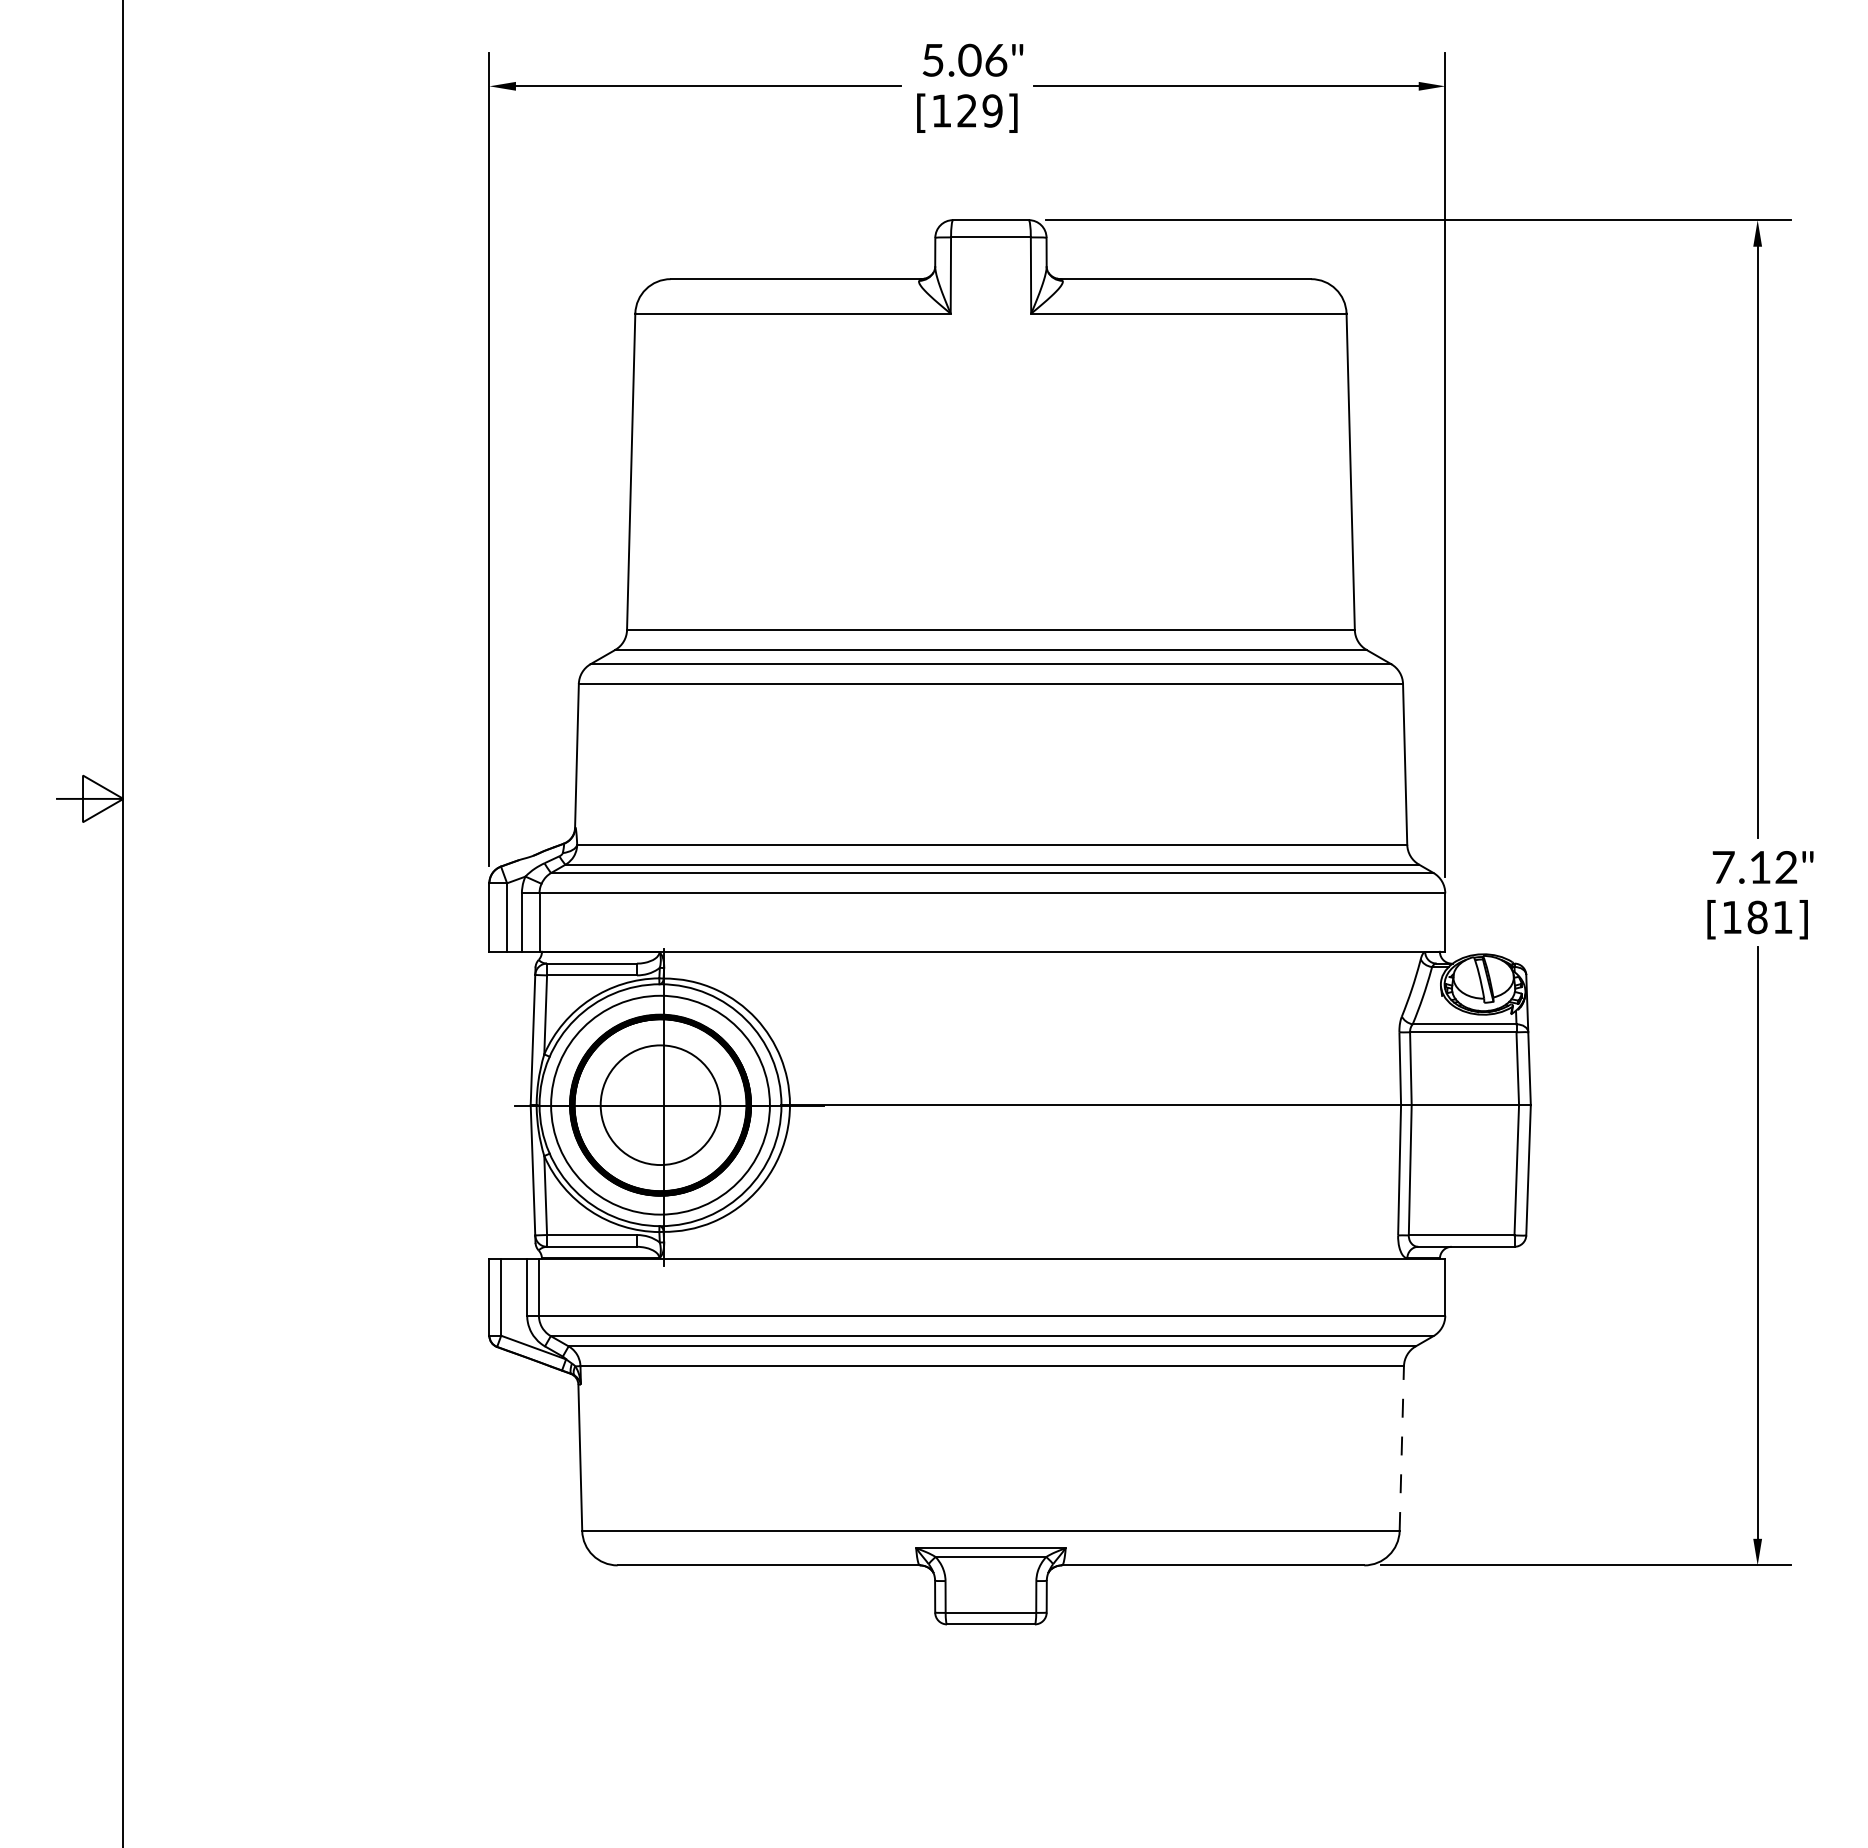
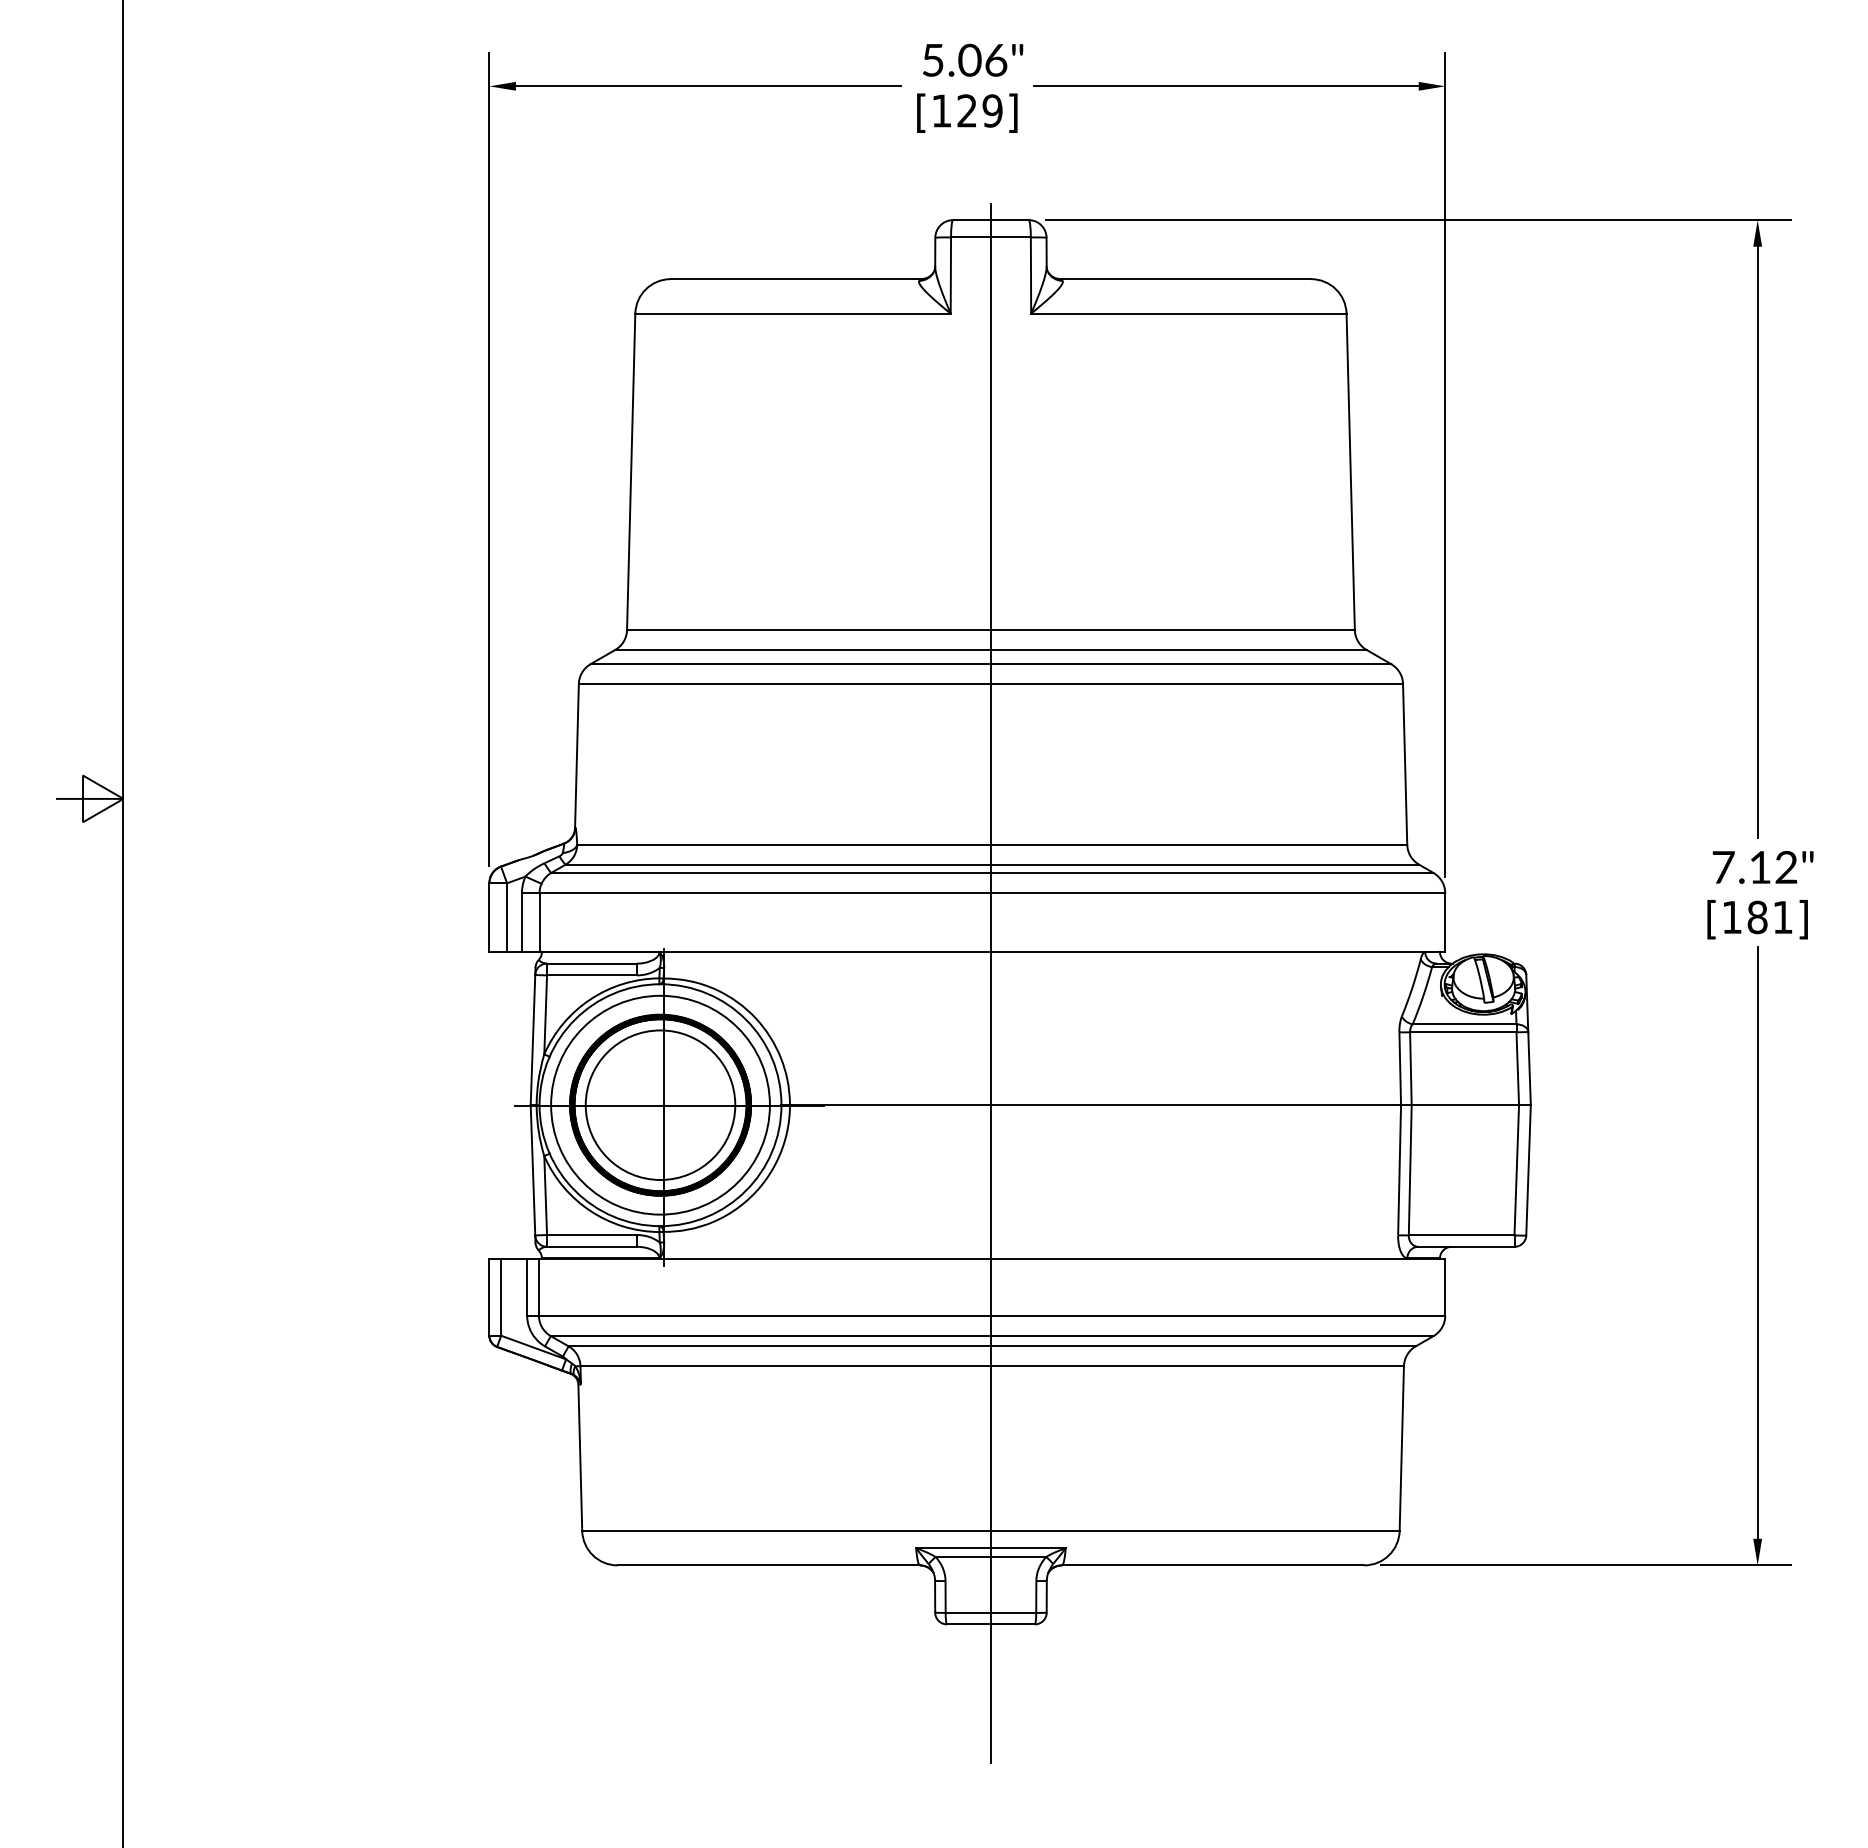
line at (990, 983): none -> present
circle at (660, 1105) diameter: 120 px -> 150 px
line at (1401, 1448): dashed -> solid
